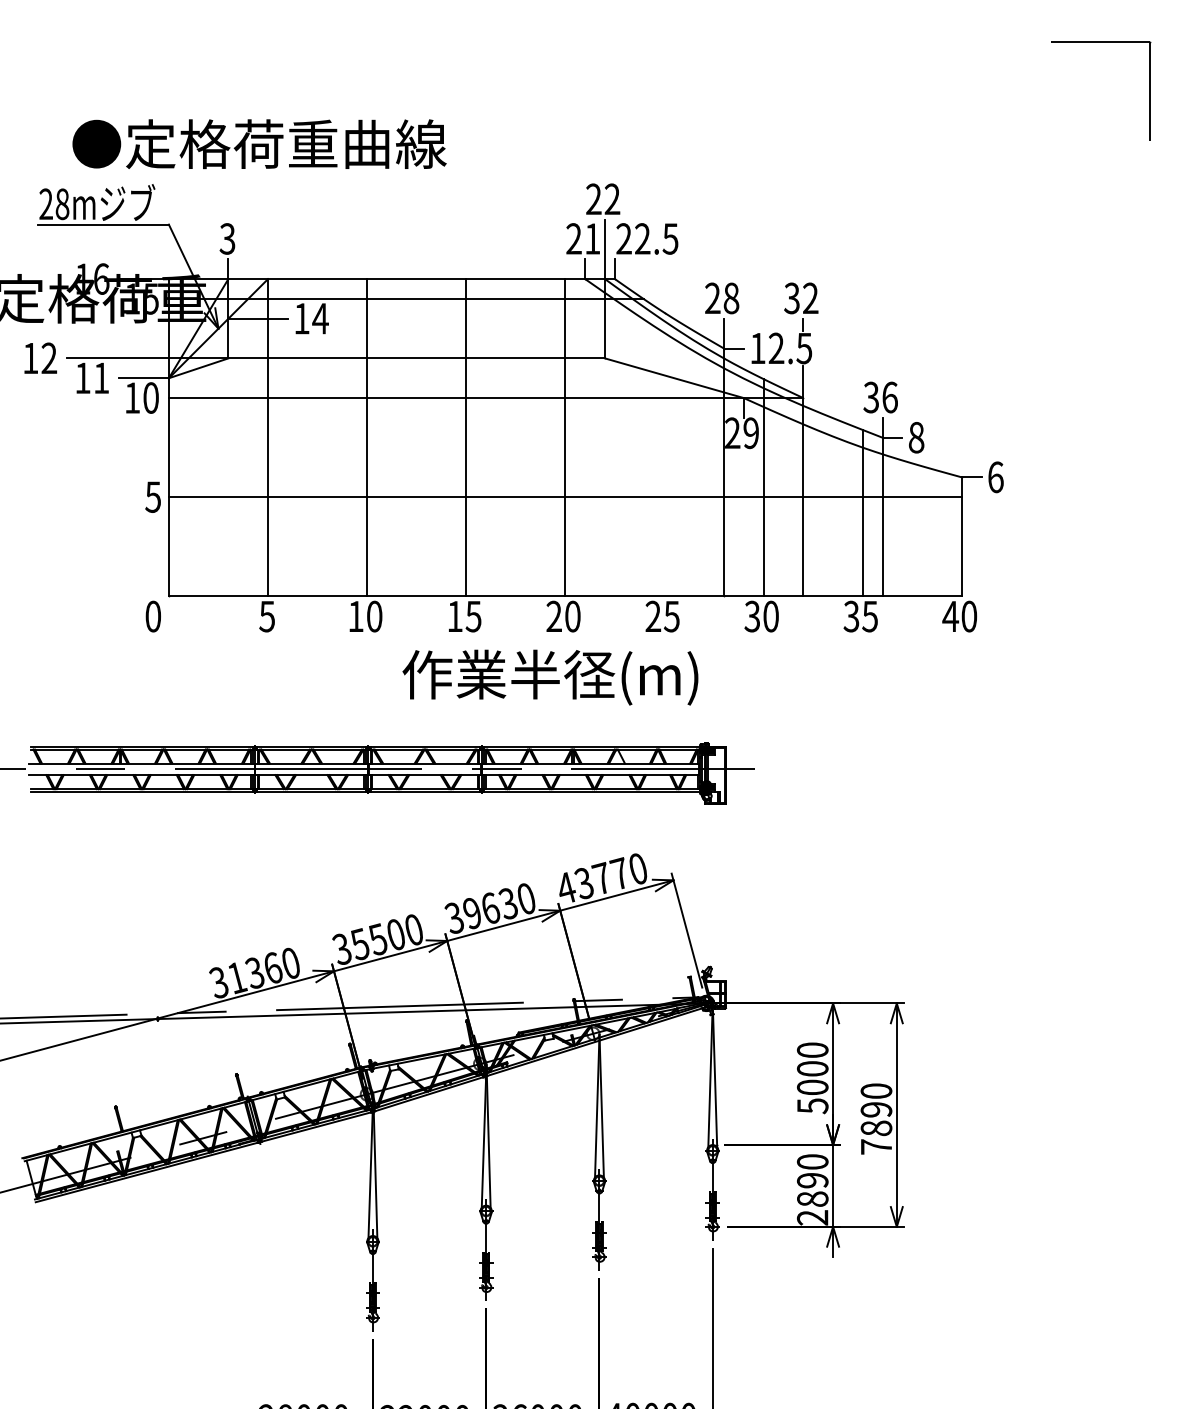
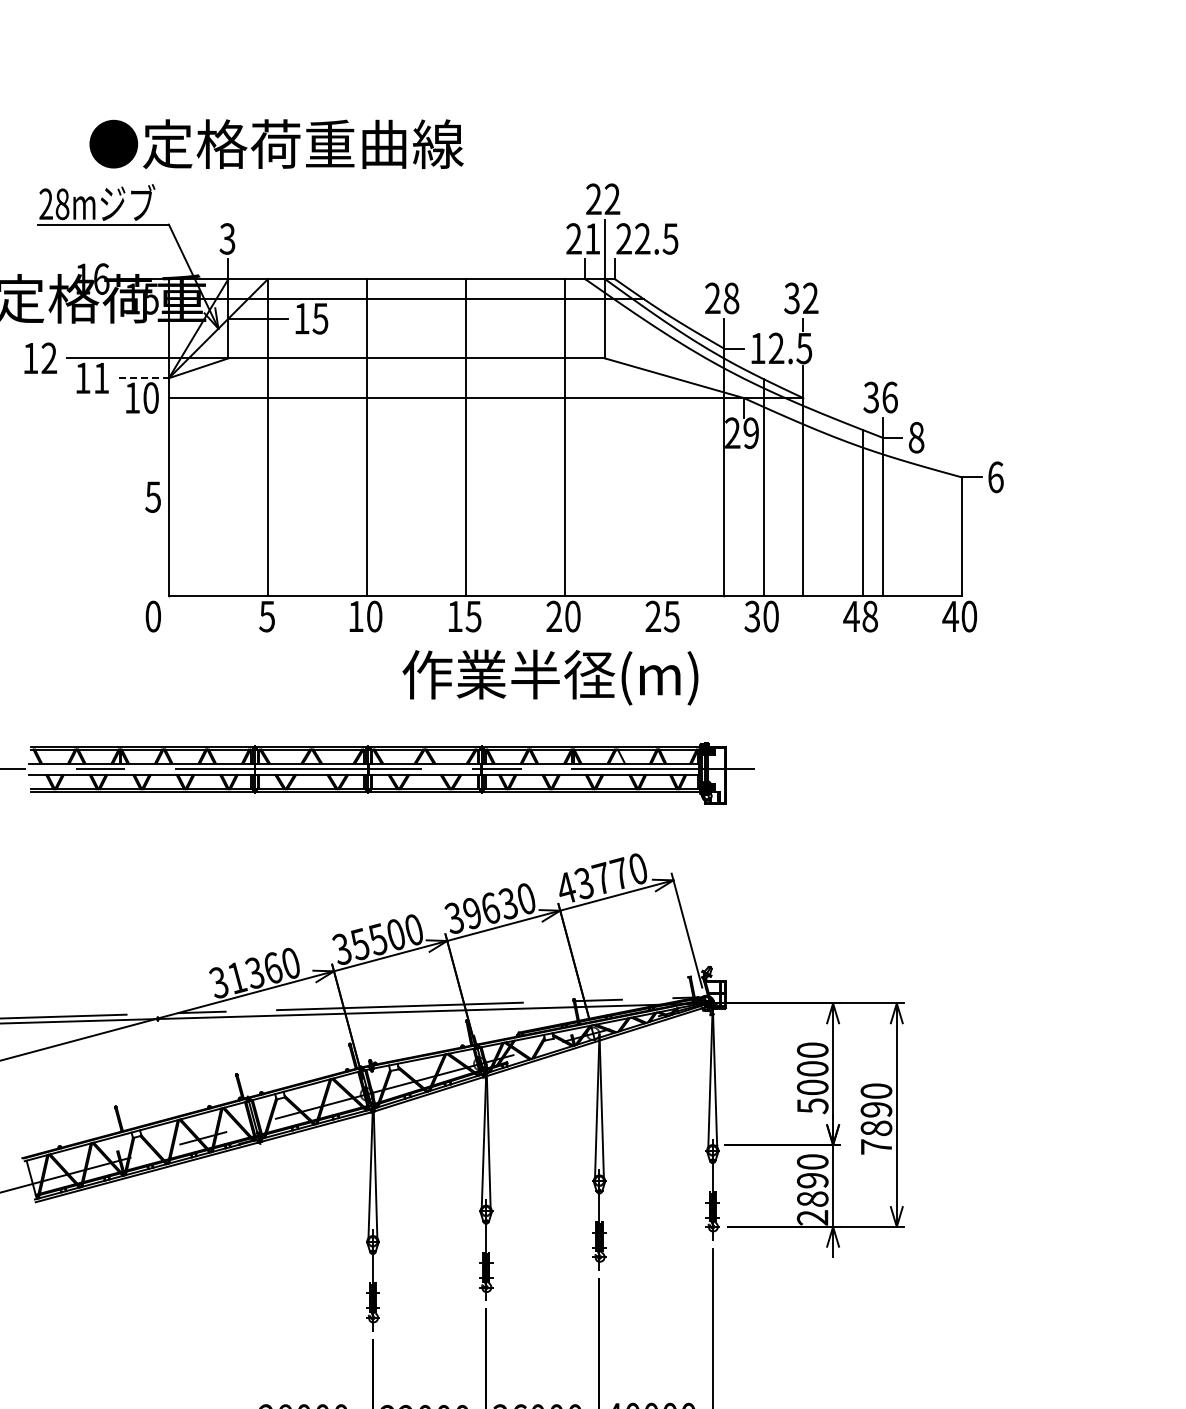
part at (1101, 42): present -> none
text at (259, 144) position: (259, 144) -> (276, 144)
text at (320, 318): 14 -> 15
line at (144, 378): solid -> dashed
line at (564, 497): present -> none
text at (860, 616): 35 -> 48
